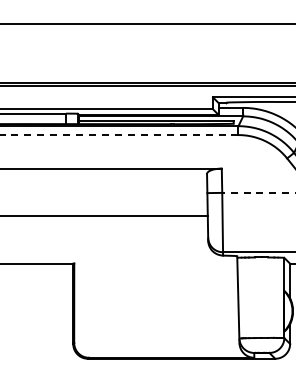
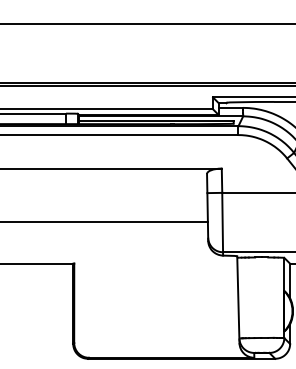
line at (119, 135): dashed -> solid
line at (258, 192): dashed -> solid
line at (104, 216) position: (104, 216) -> (104, 222)
